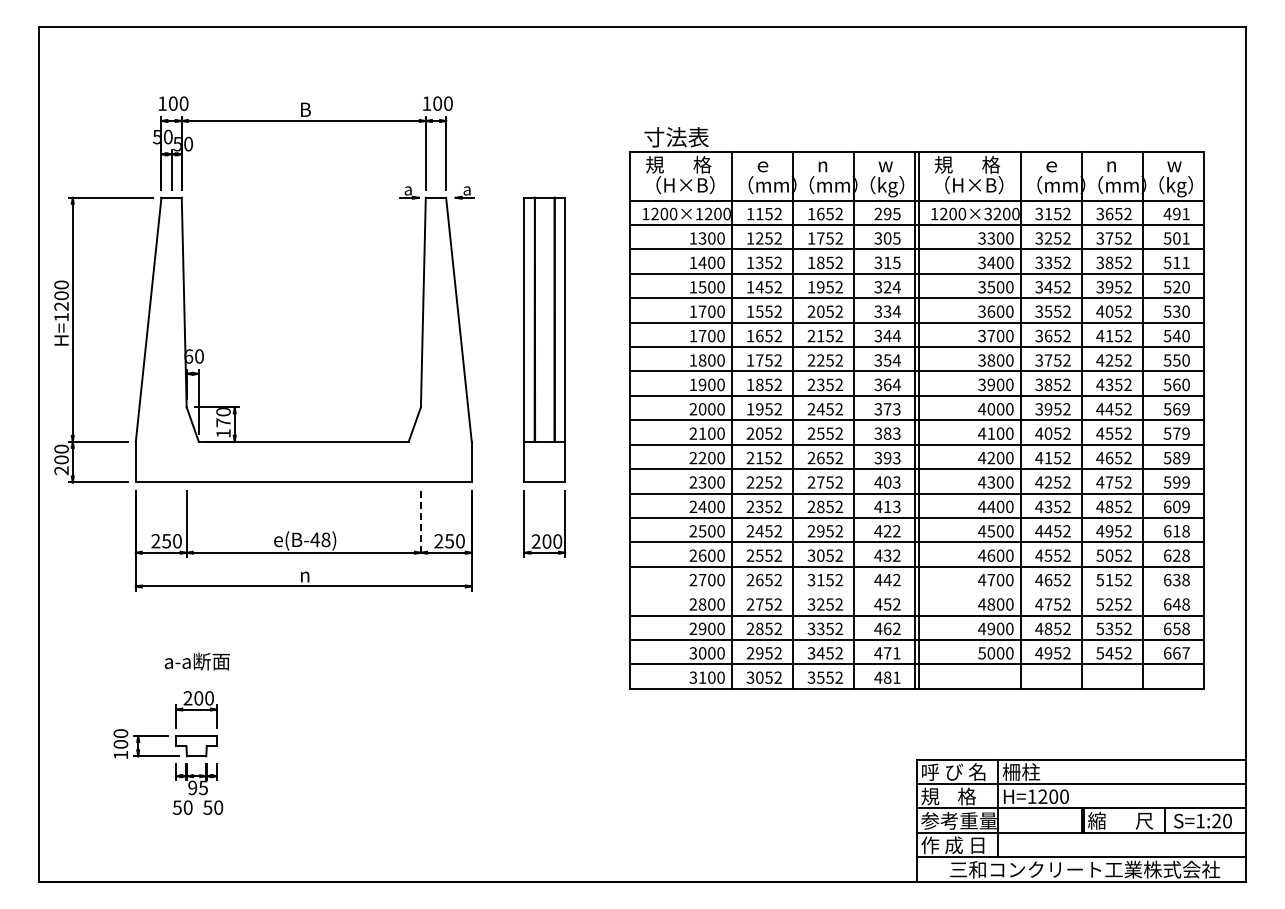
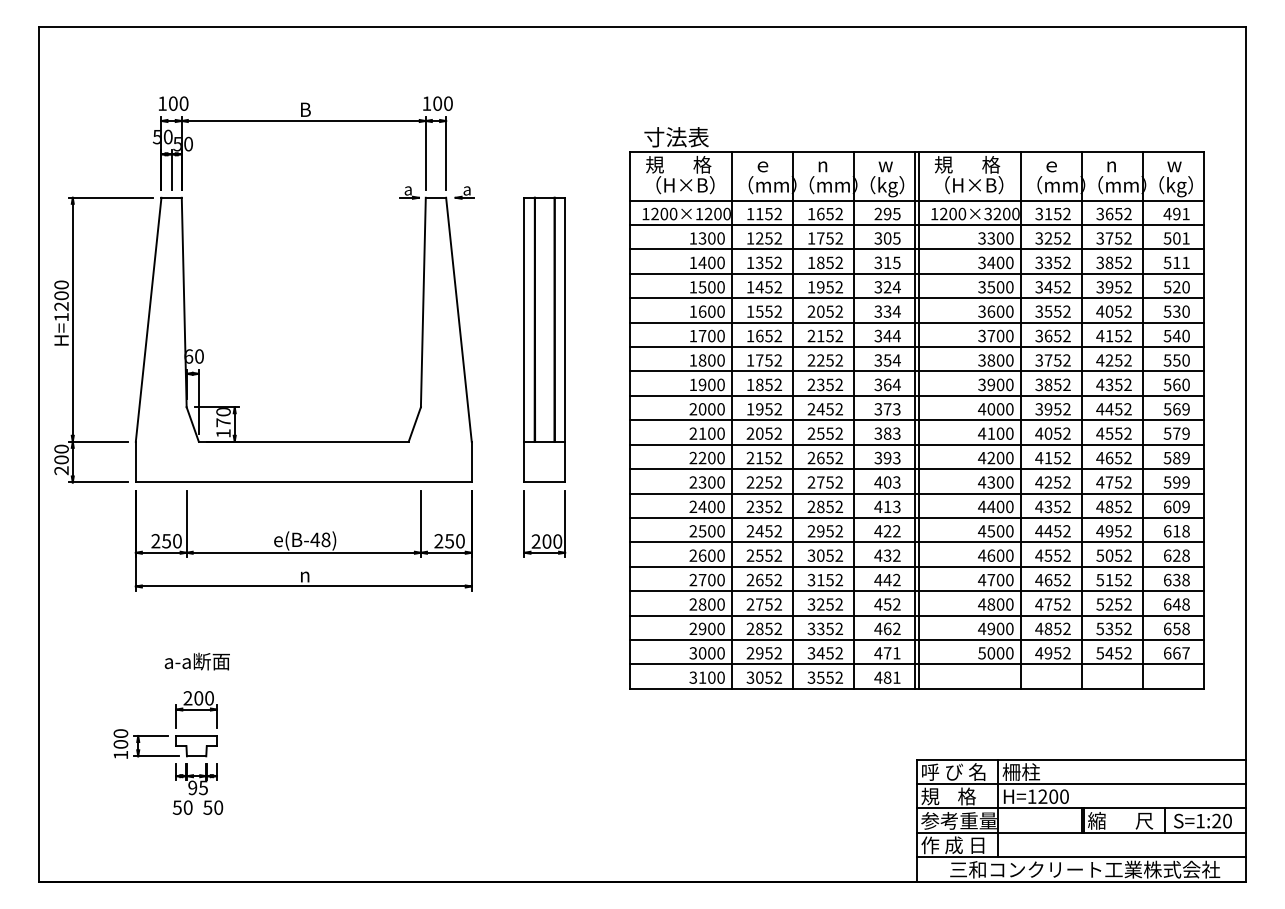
text at (702, 311): 1700 -> 1600
line at (420, 524): dashed -> solid
line at (916, 591): none -> present
